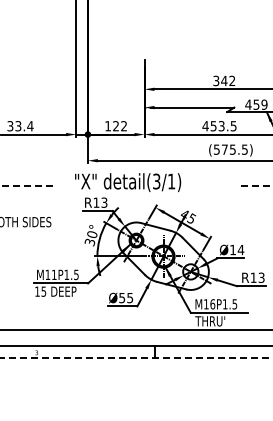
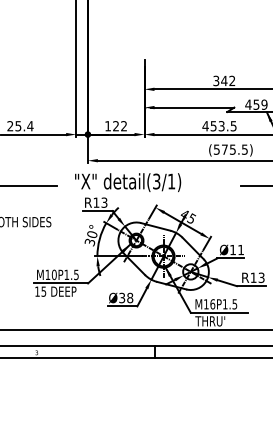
text at (14, 126): 33.4 -> 25.4
line at (29, 185): dashed -> solid
line at (257, 185): dashed -> solid
text at (240, 250): Ø14 -> Ø11
text at (53, 274): M11P1.5 -> M10P1.5
text at (126, 297): Ø55 -> Ø38
line at (136, 357): dashed -> solid
